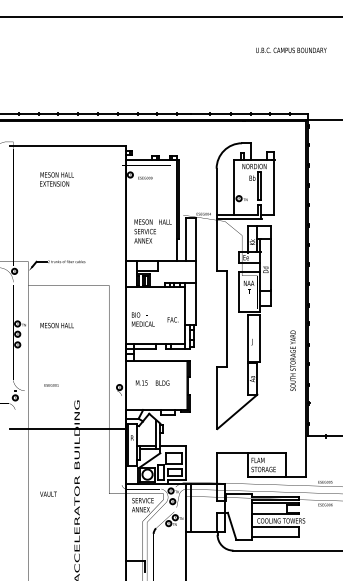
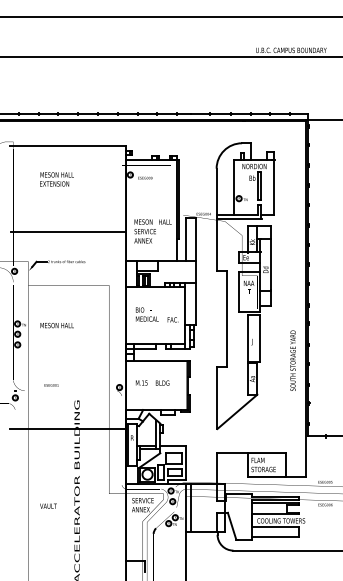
line at (170, 56): none -> present
line at (68, 231): none -> present
text at (143, 319) position: (143, 319) -> (147, 314)
text at (48, 493) position: (48, 493) -> (48, 505)
